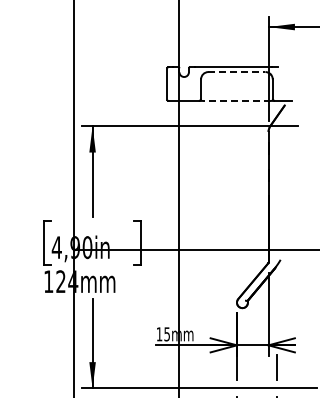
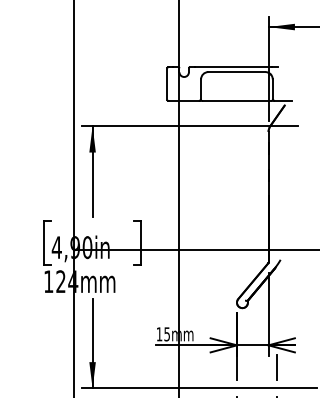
line at (237, 72): dashed -> solid
line at (236, 100): dashed -> solid
